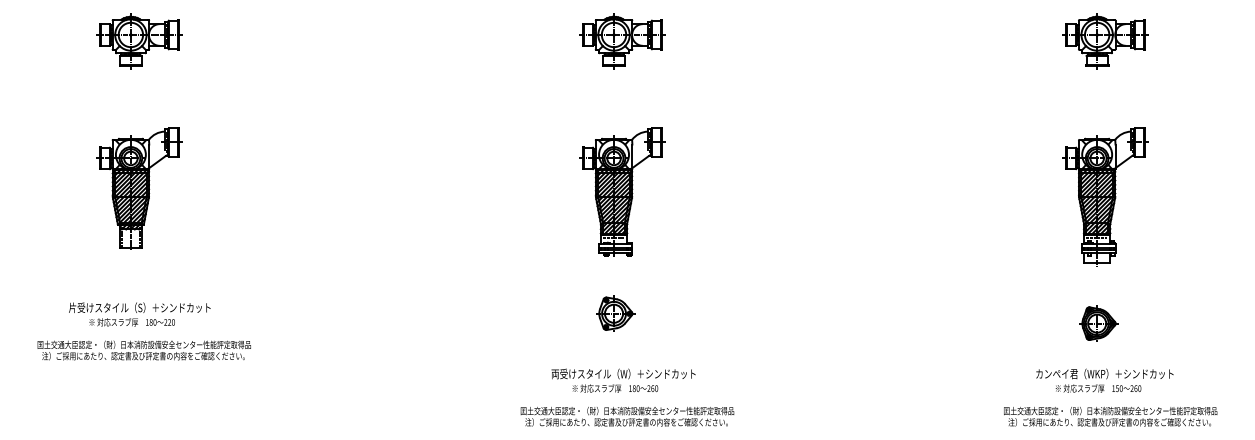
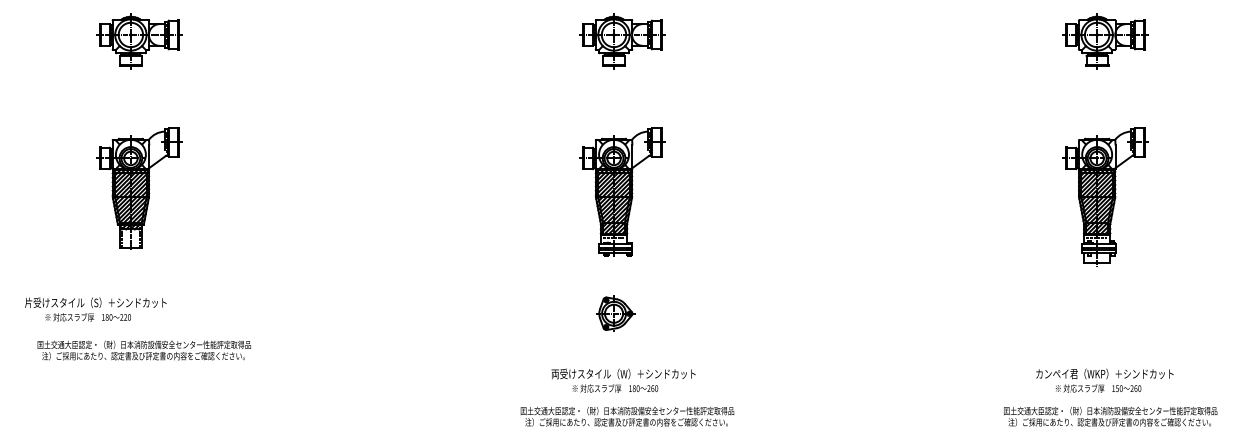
text at (139, 314) position: (139, 314) -> (95, 309)
part at (1098, 323): present -> none
